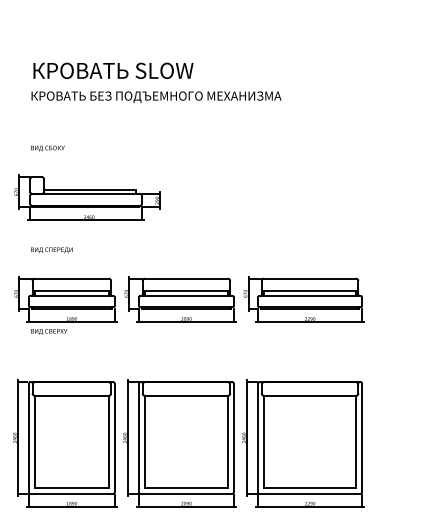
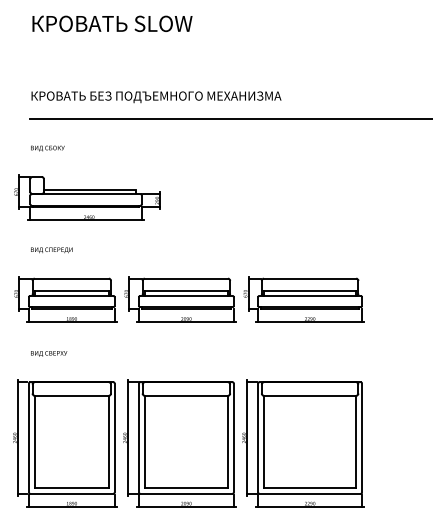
text at (113, 70) position: (113, 70) -> (112, 23)
line at (229, 118): none -> present
text at (49, 331) position: (49, 331) -> (49, 353)
